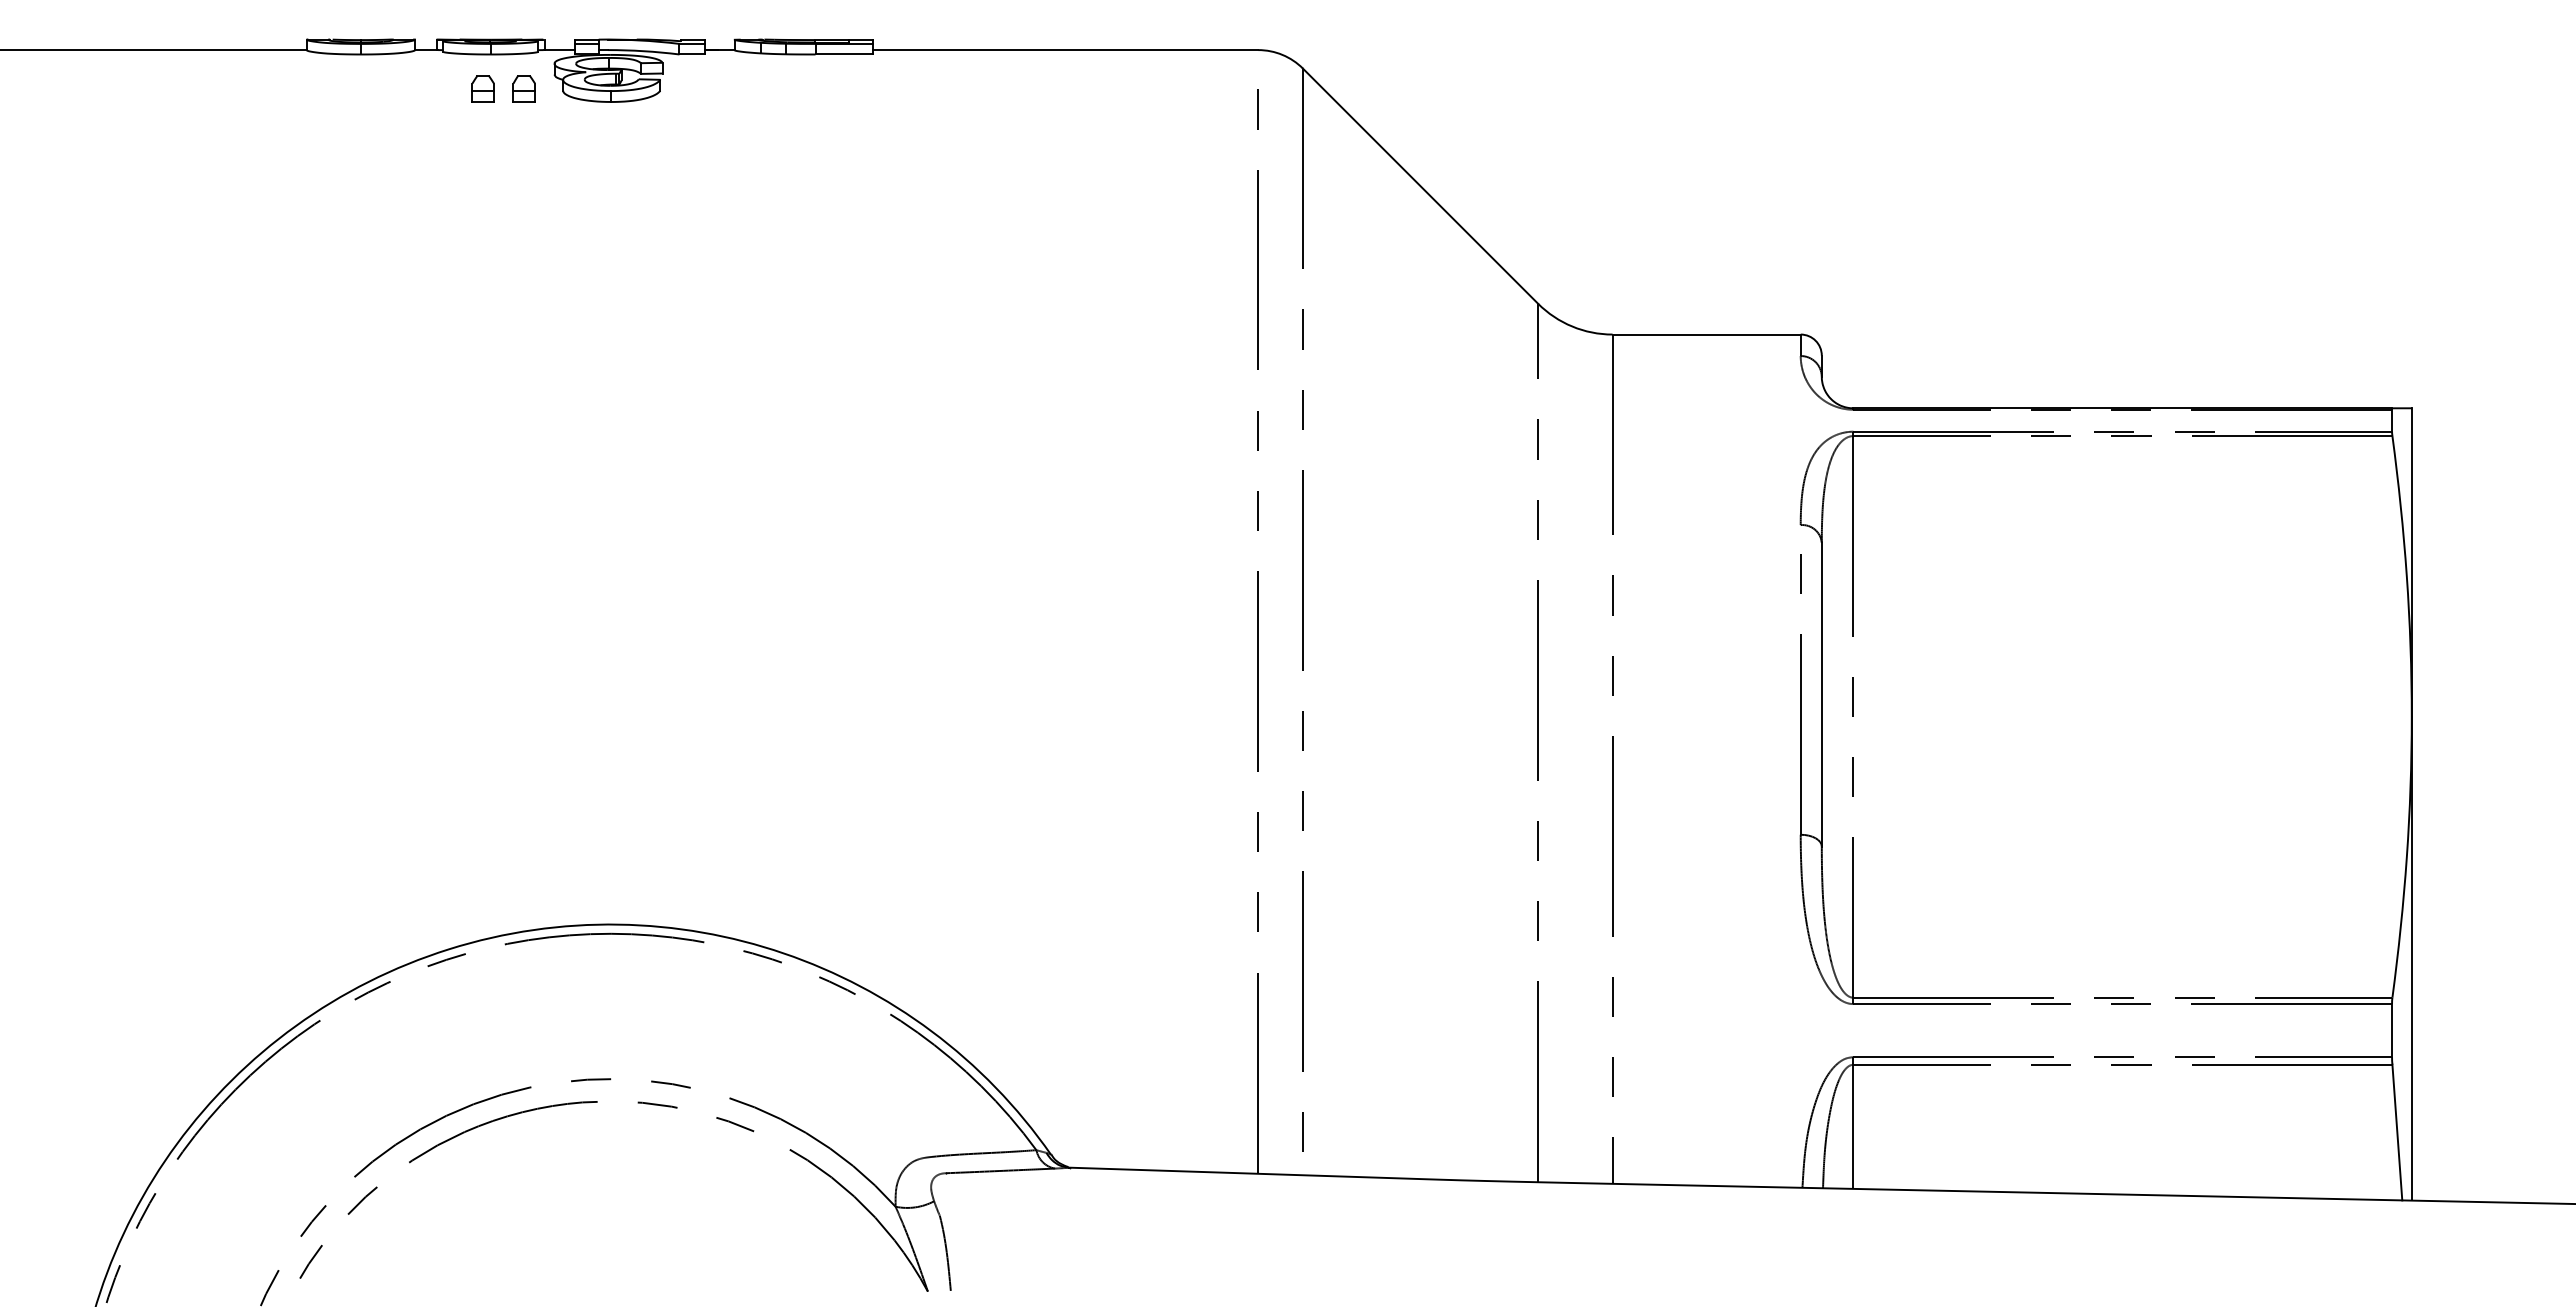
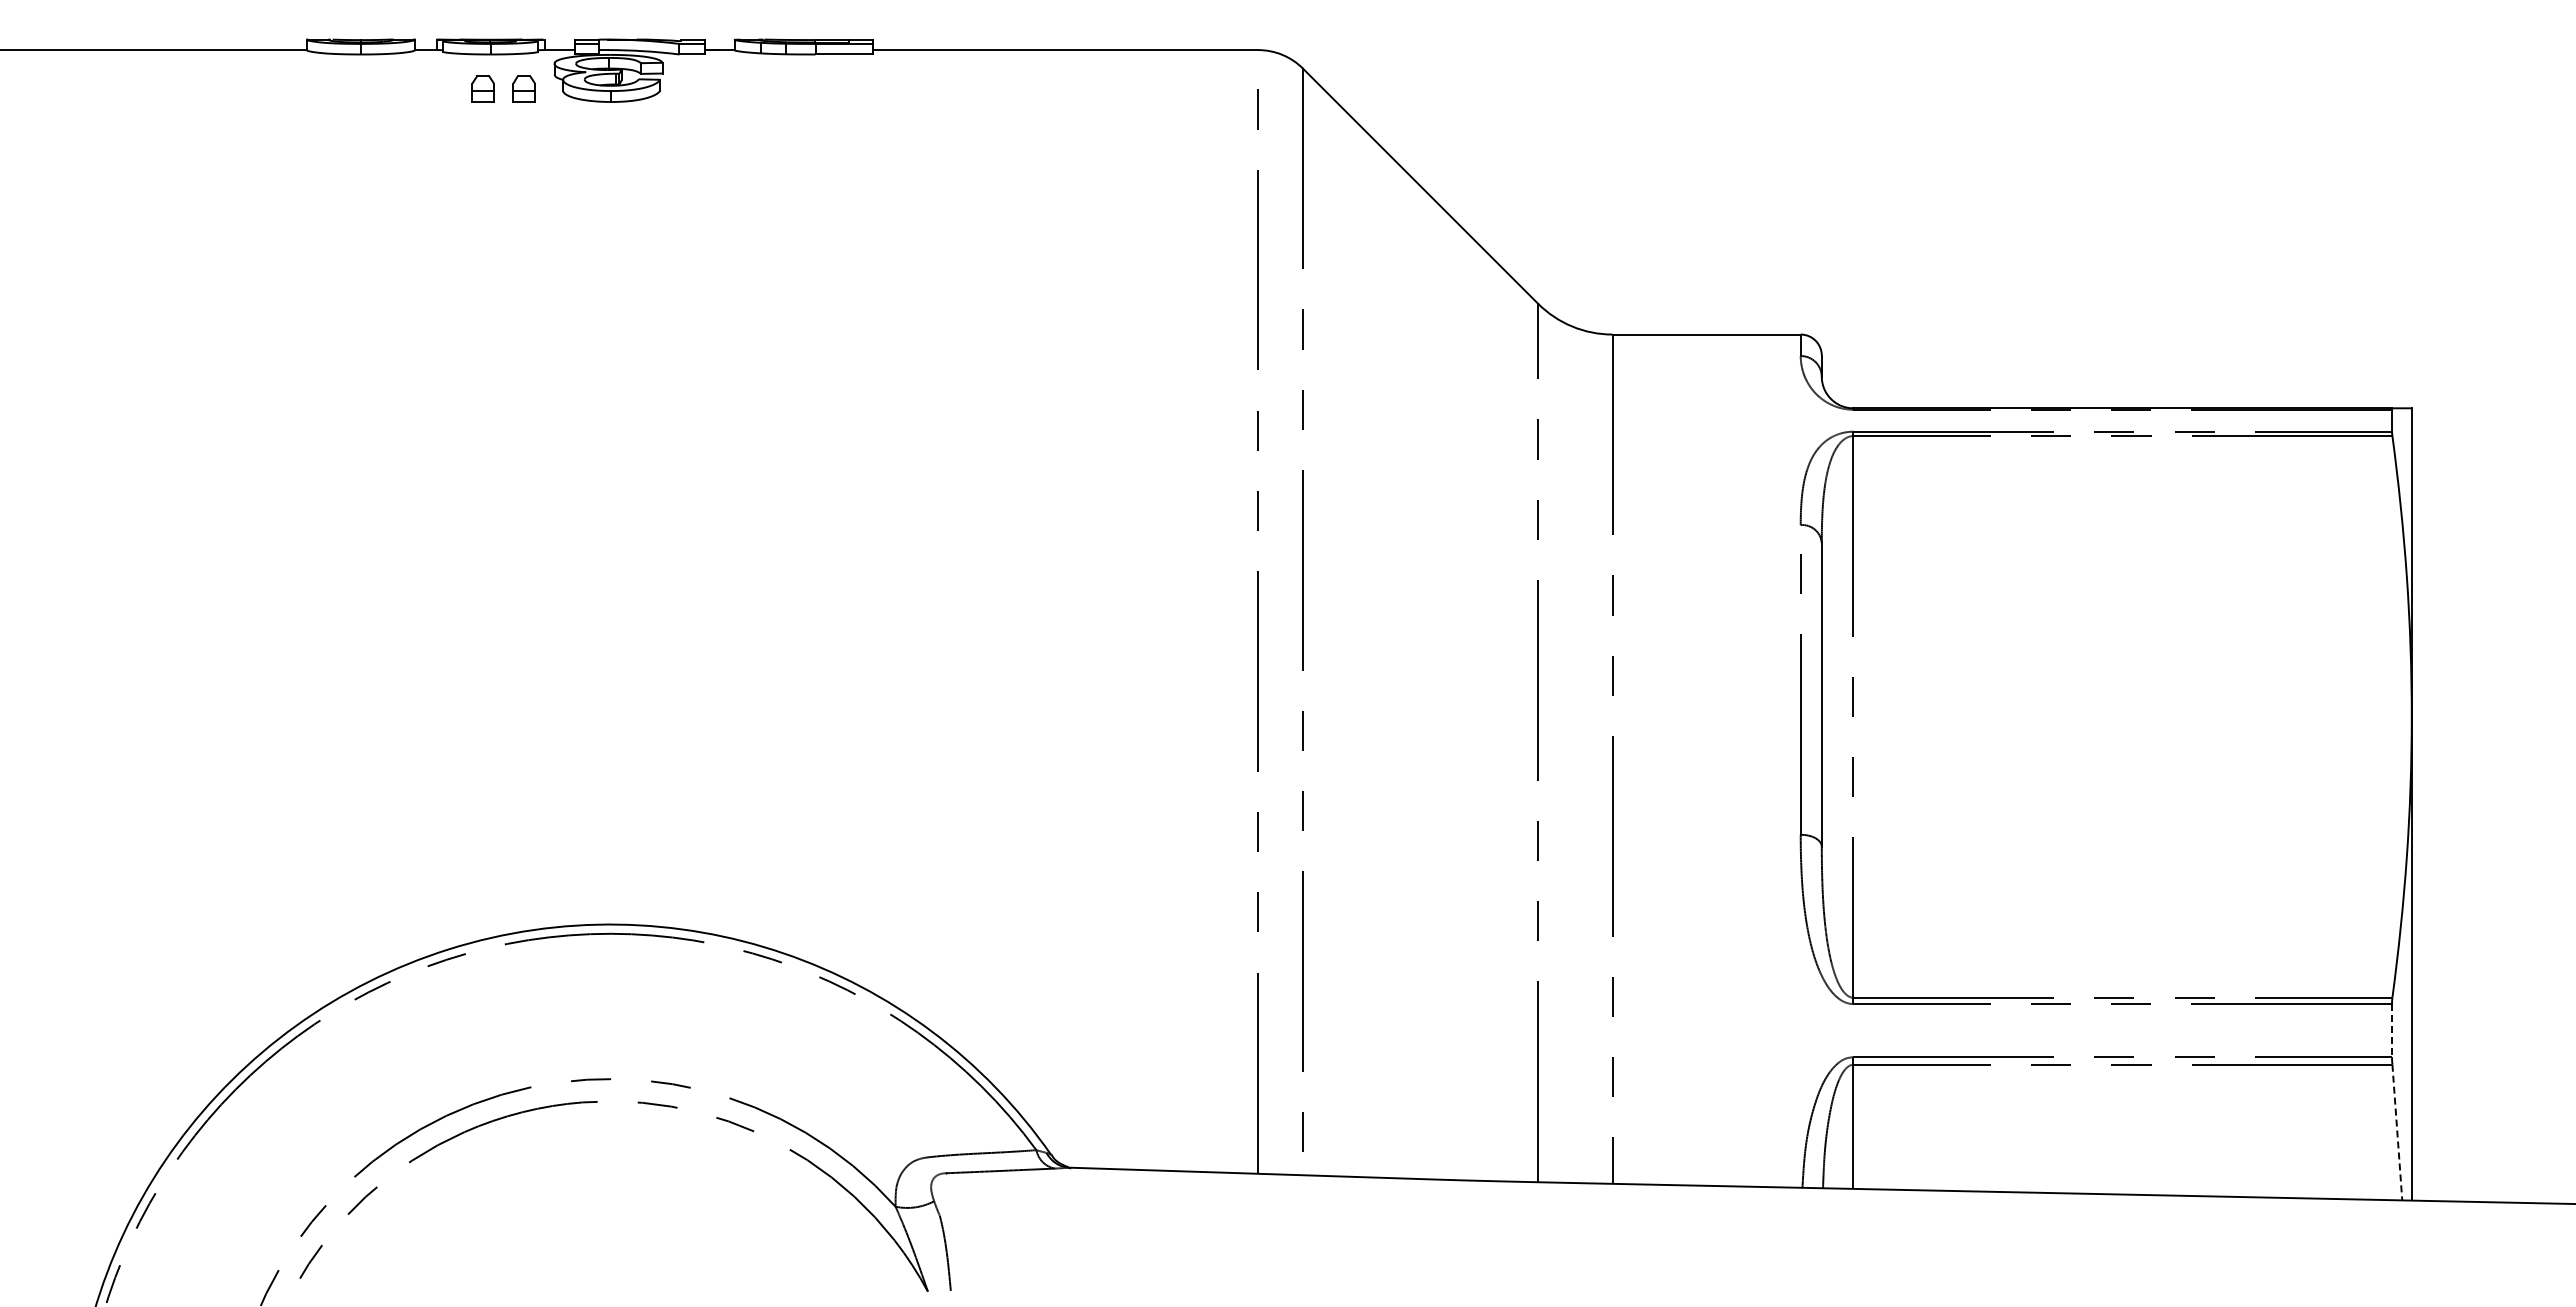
line at (2392, 1030): solid -> dashed
line at (2397, 1133): solid -> dashed
